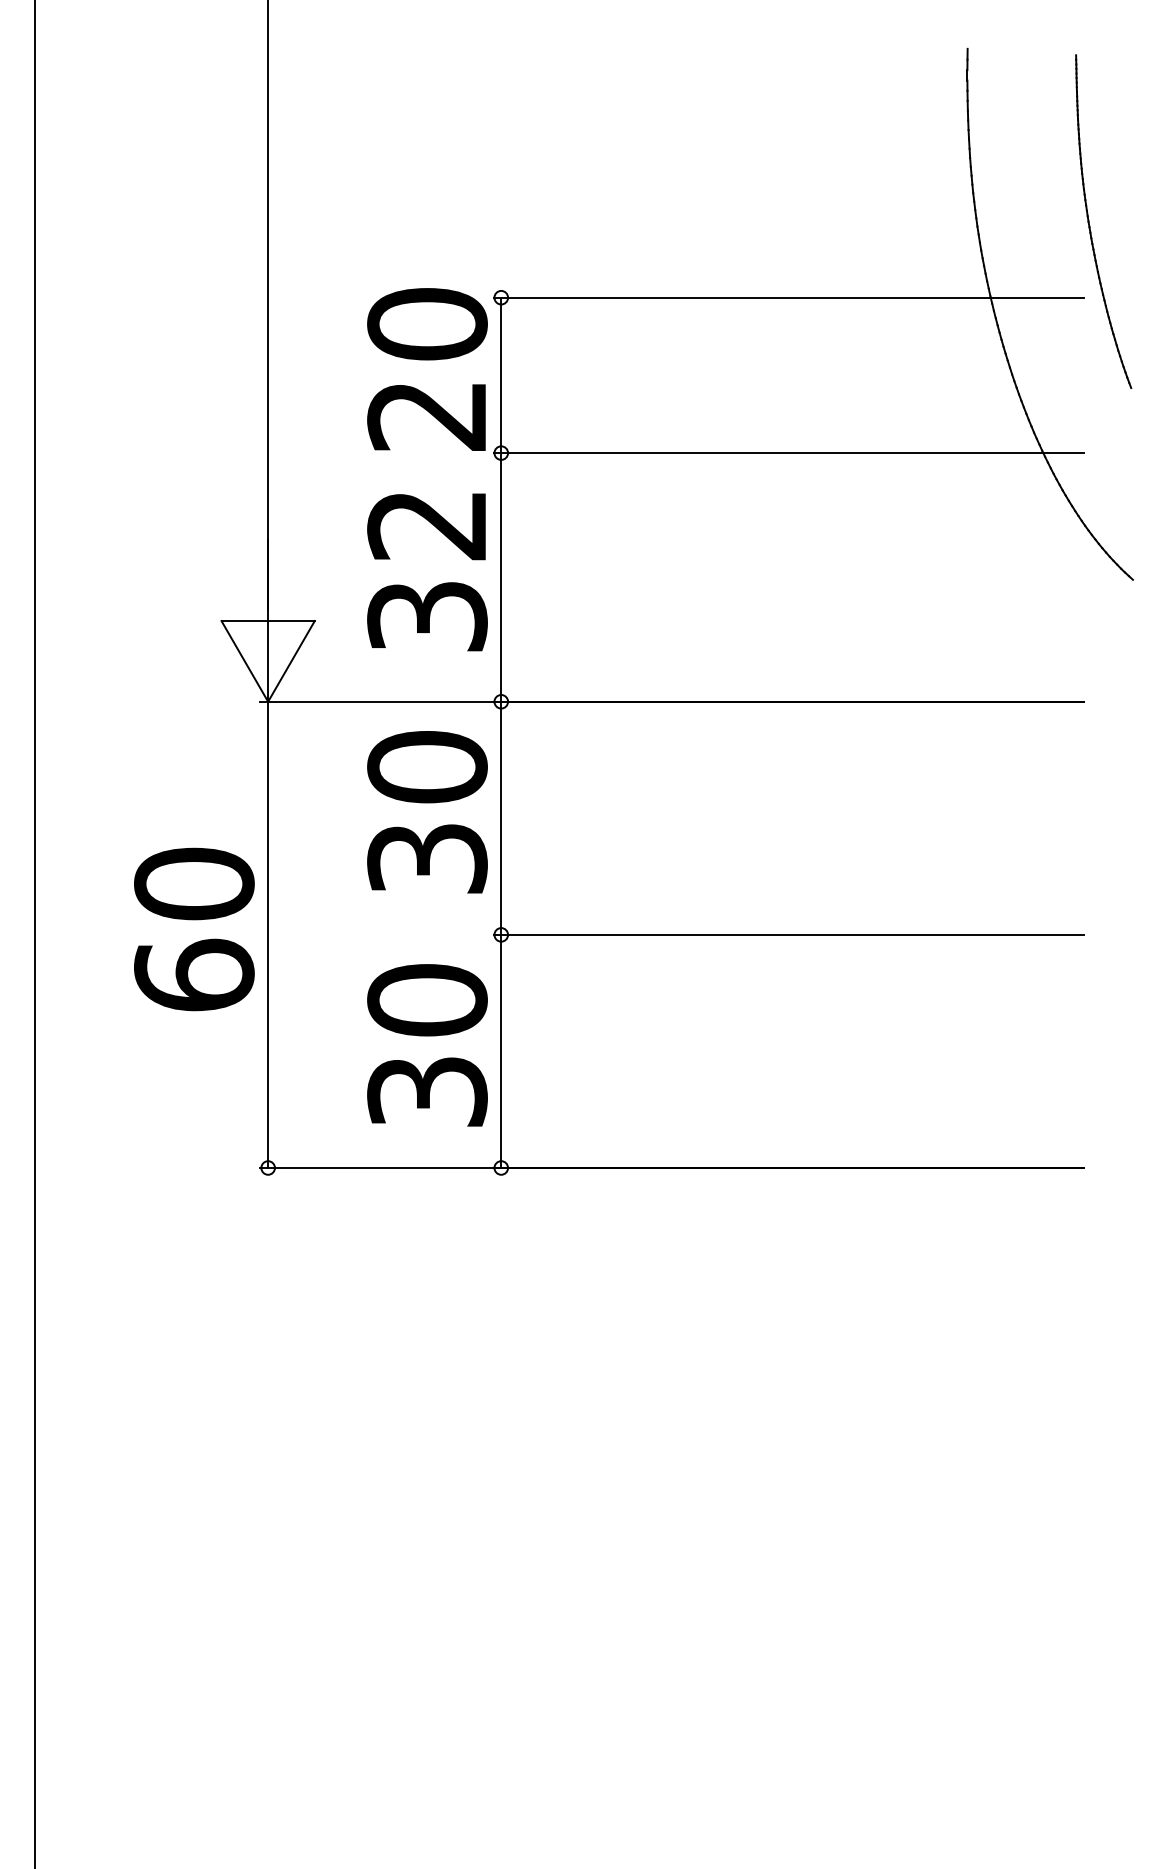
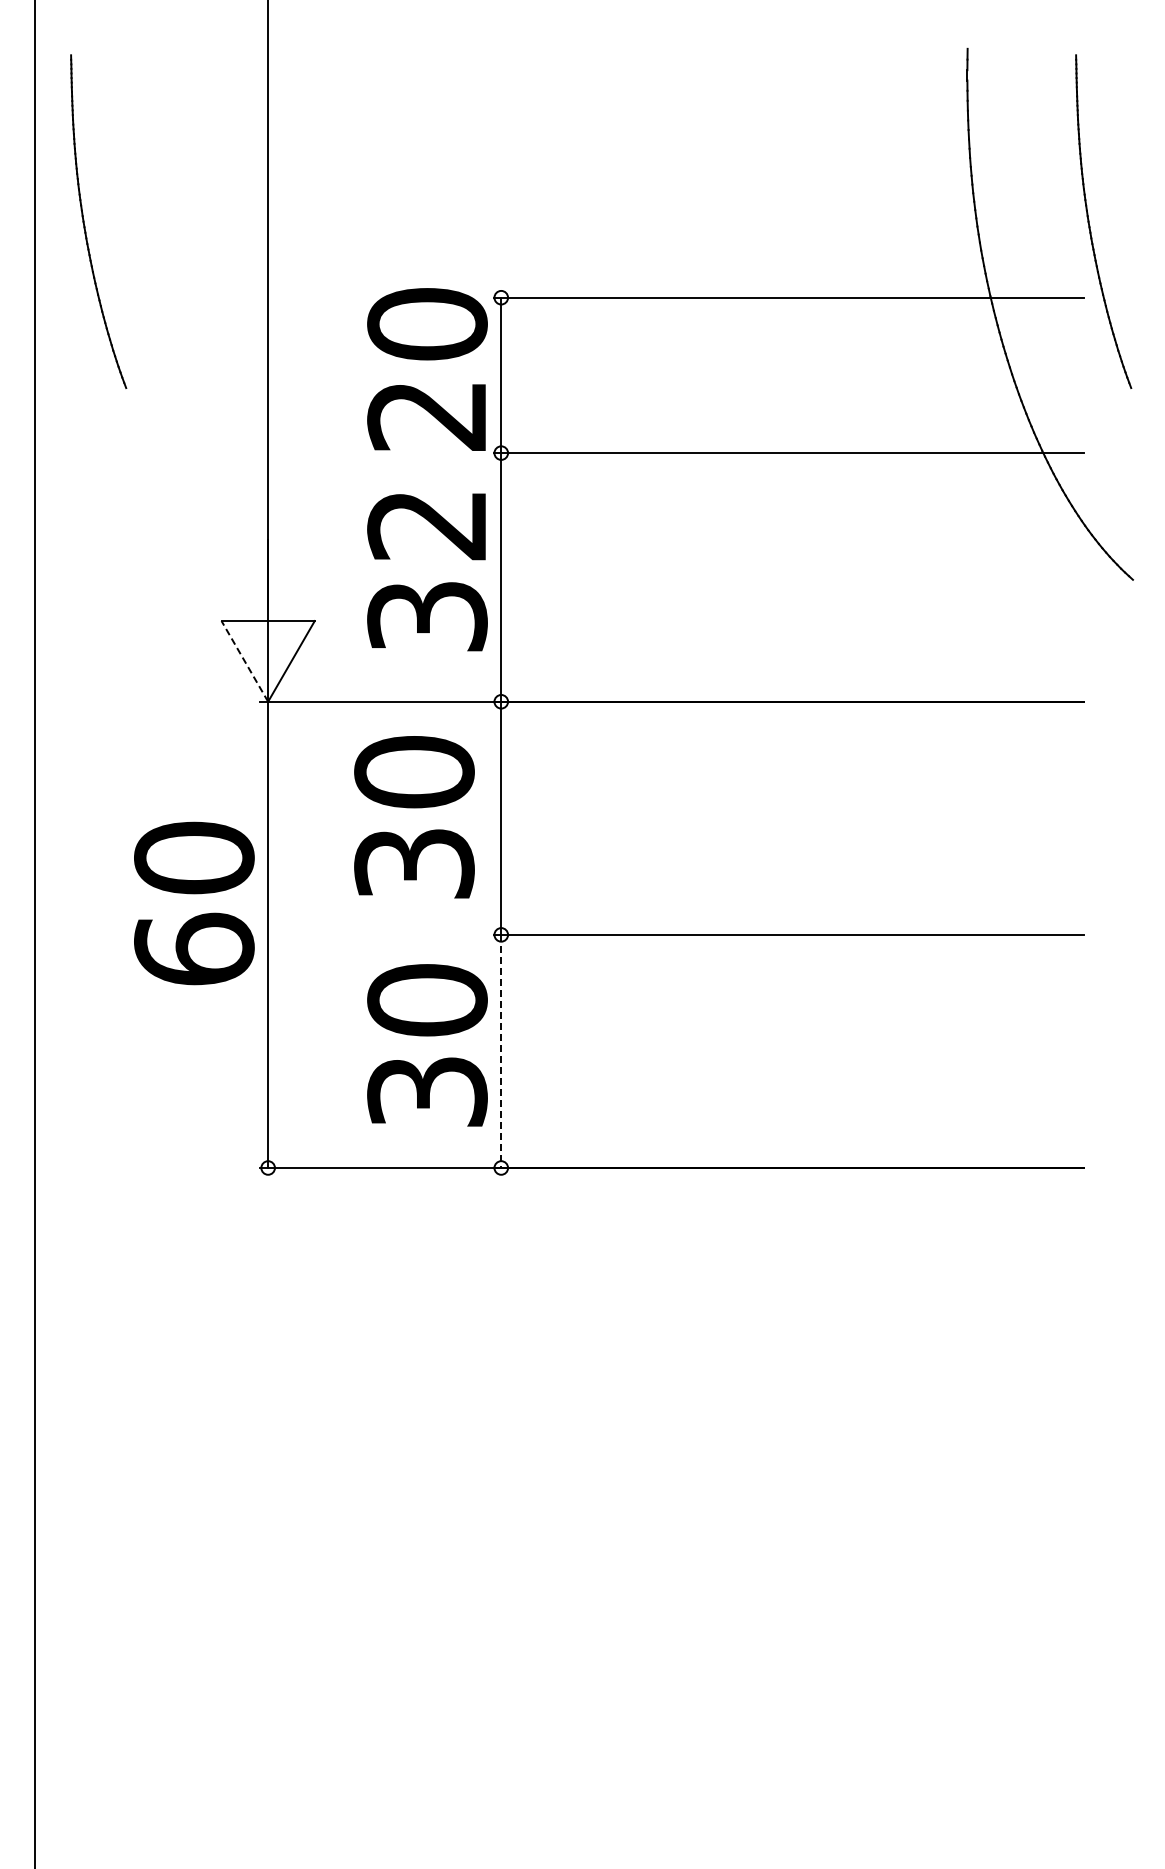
part at (85, 225): none -> present
line at (244, 661): solid -> dashed
text at (427, 812) position: (427, 812) -> (414, 817)
text at (194, 929) position: (194, 929) -> (194, 903)
line at (501, 1051): solid -> dashed
